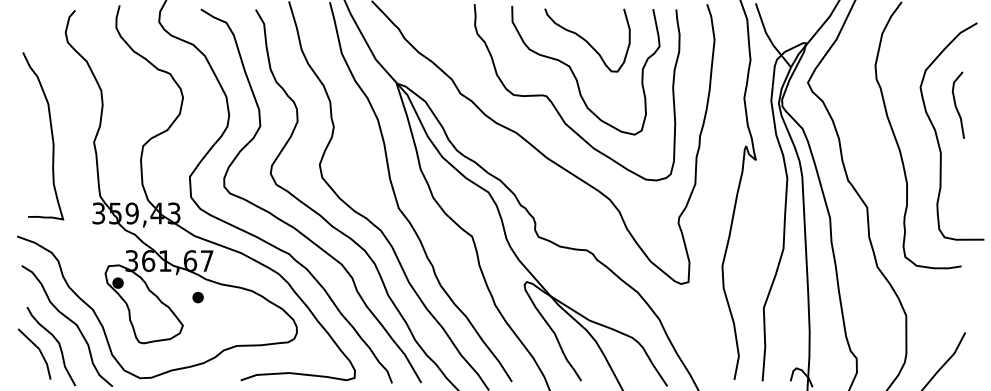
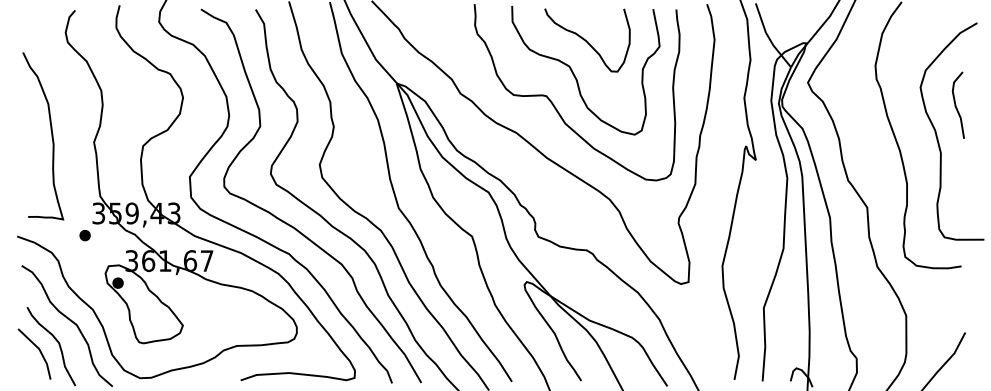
part at (197, 297) position: (197, 297) -> (84, 235)
